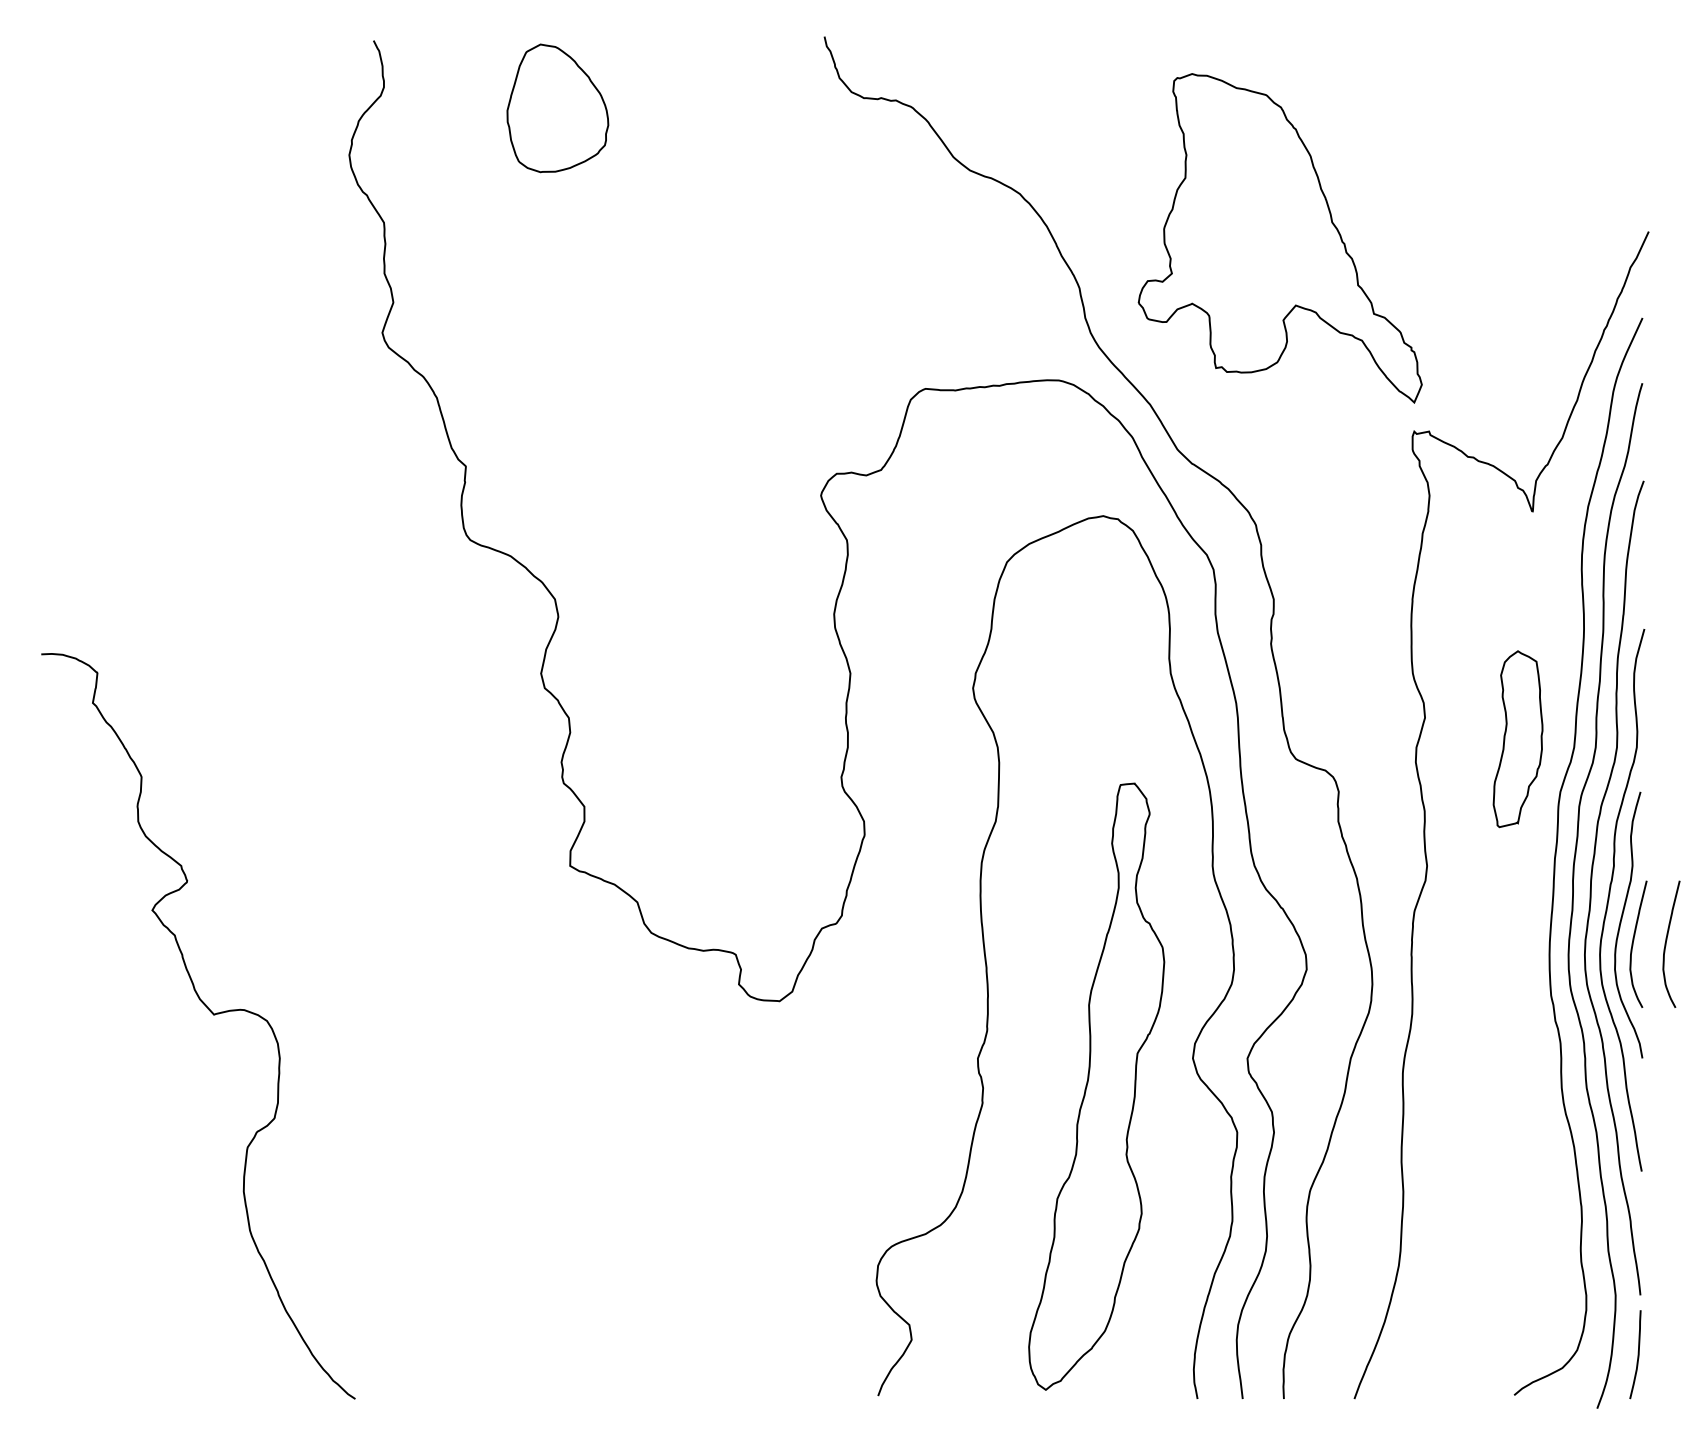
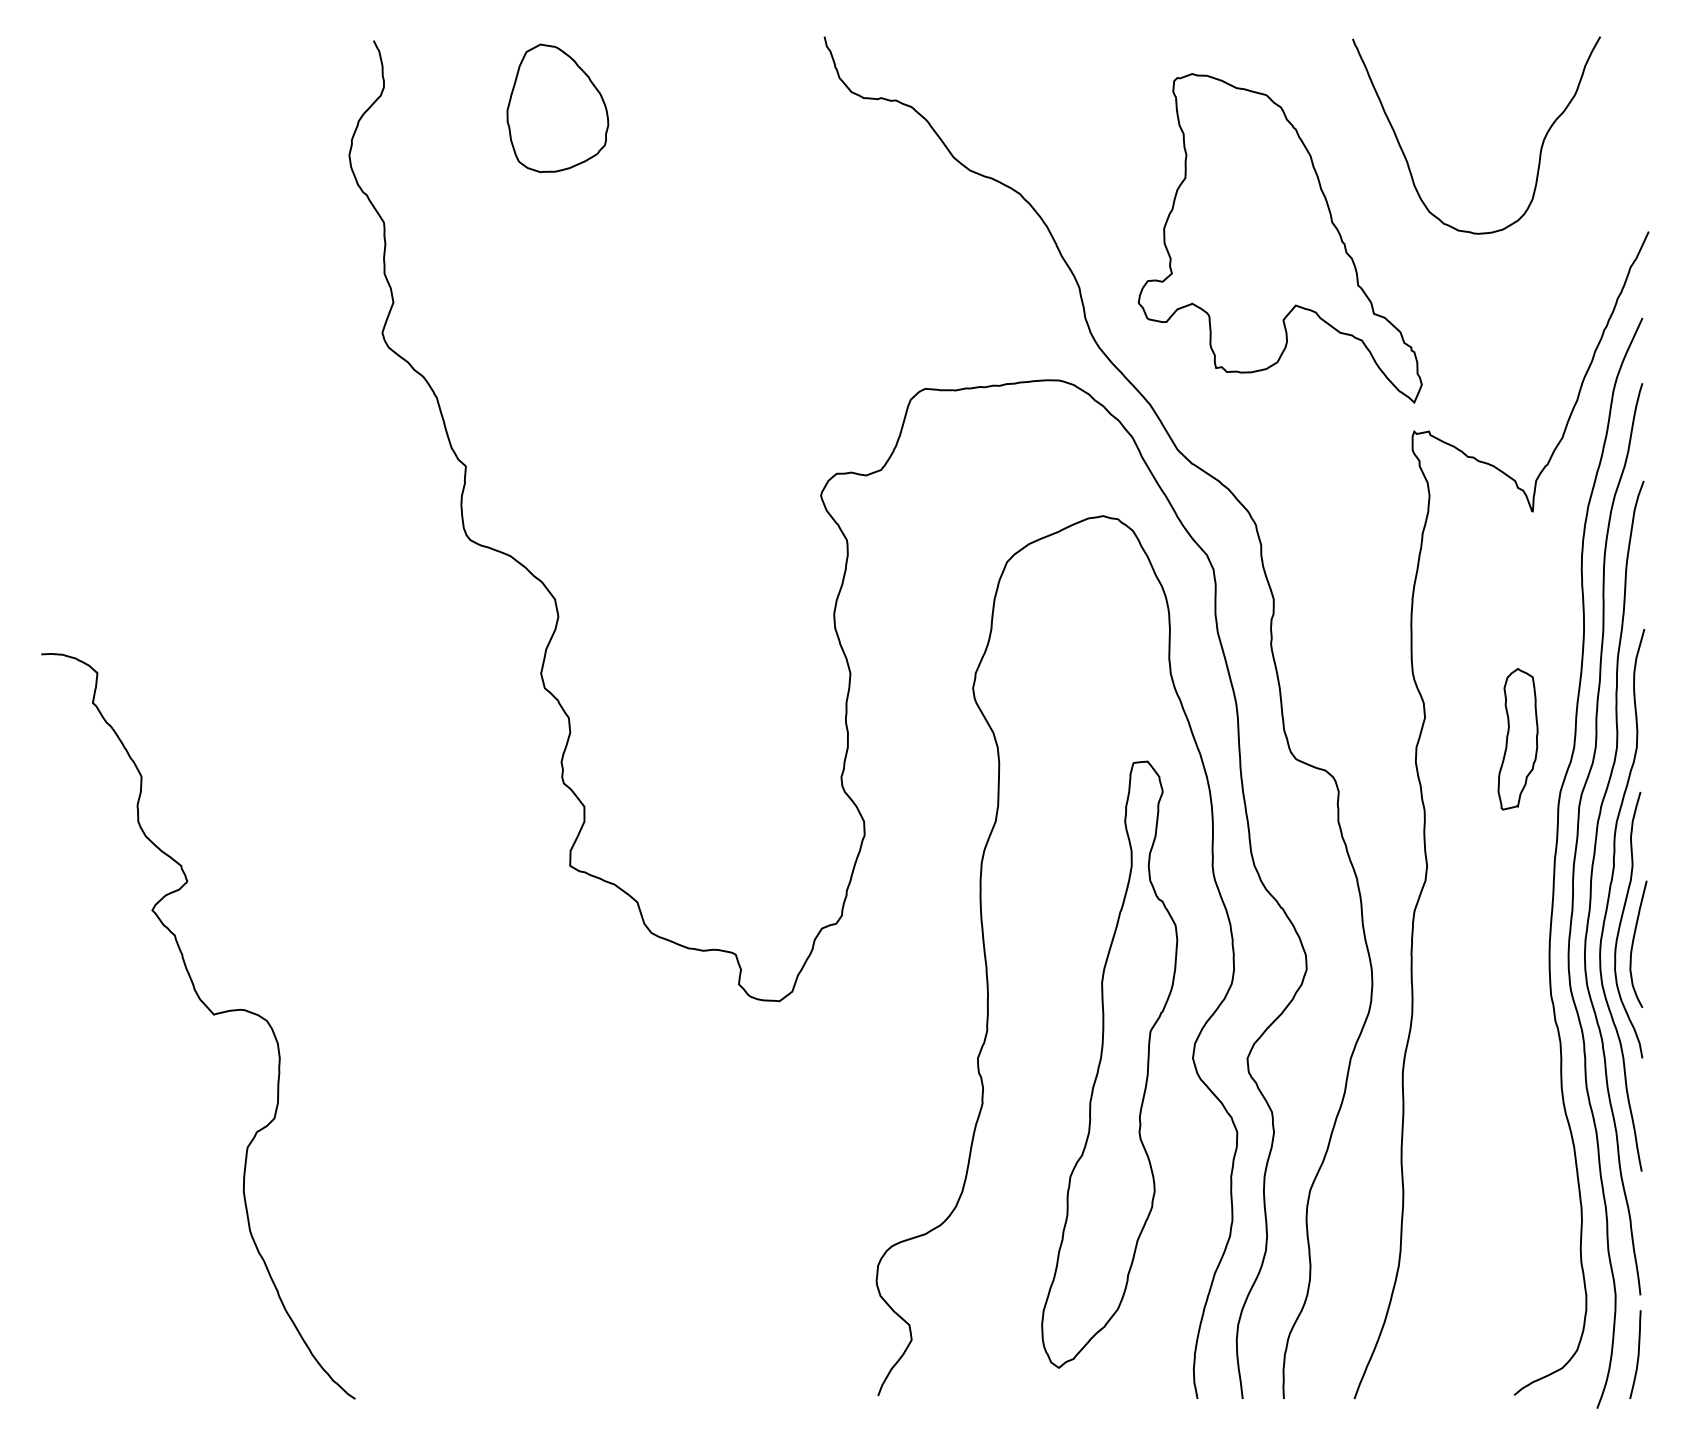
curve at (1540, 147): none -> present
part at (1517, 739) size: 52x179 px -> 42x143 px
curve at (1667, 940): present -> none
part at (1096, 1086) position: (1096, 1086) -> (1109, 1064)
